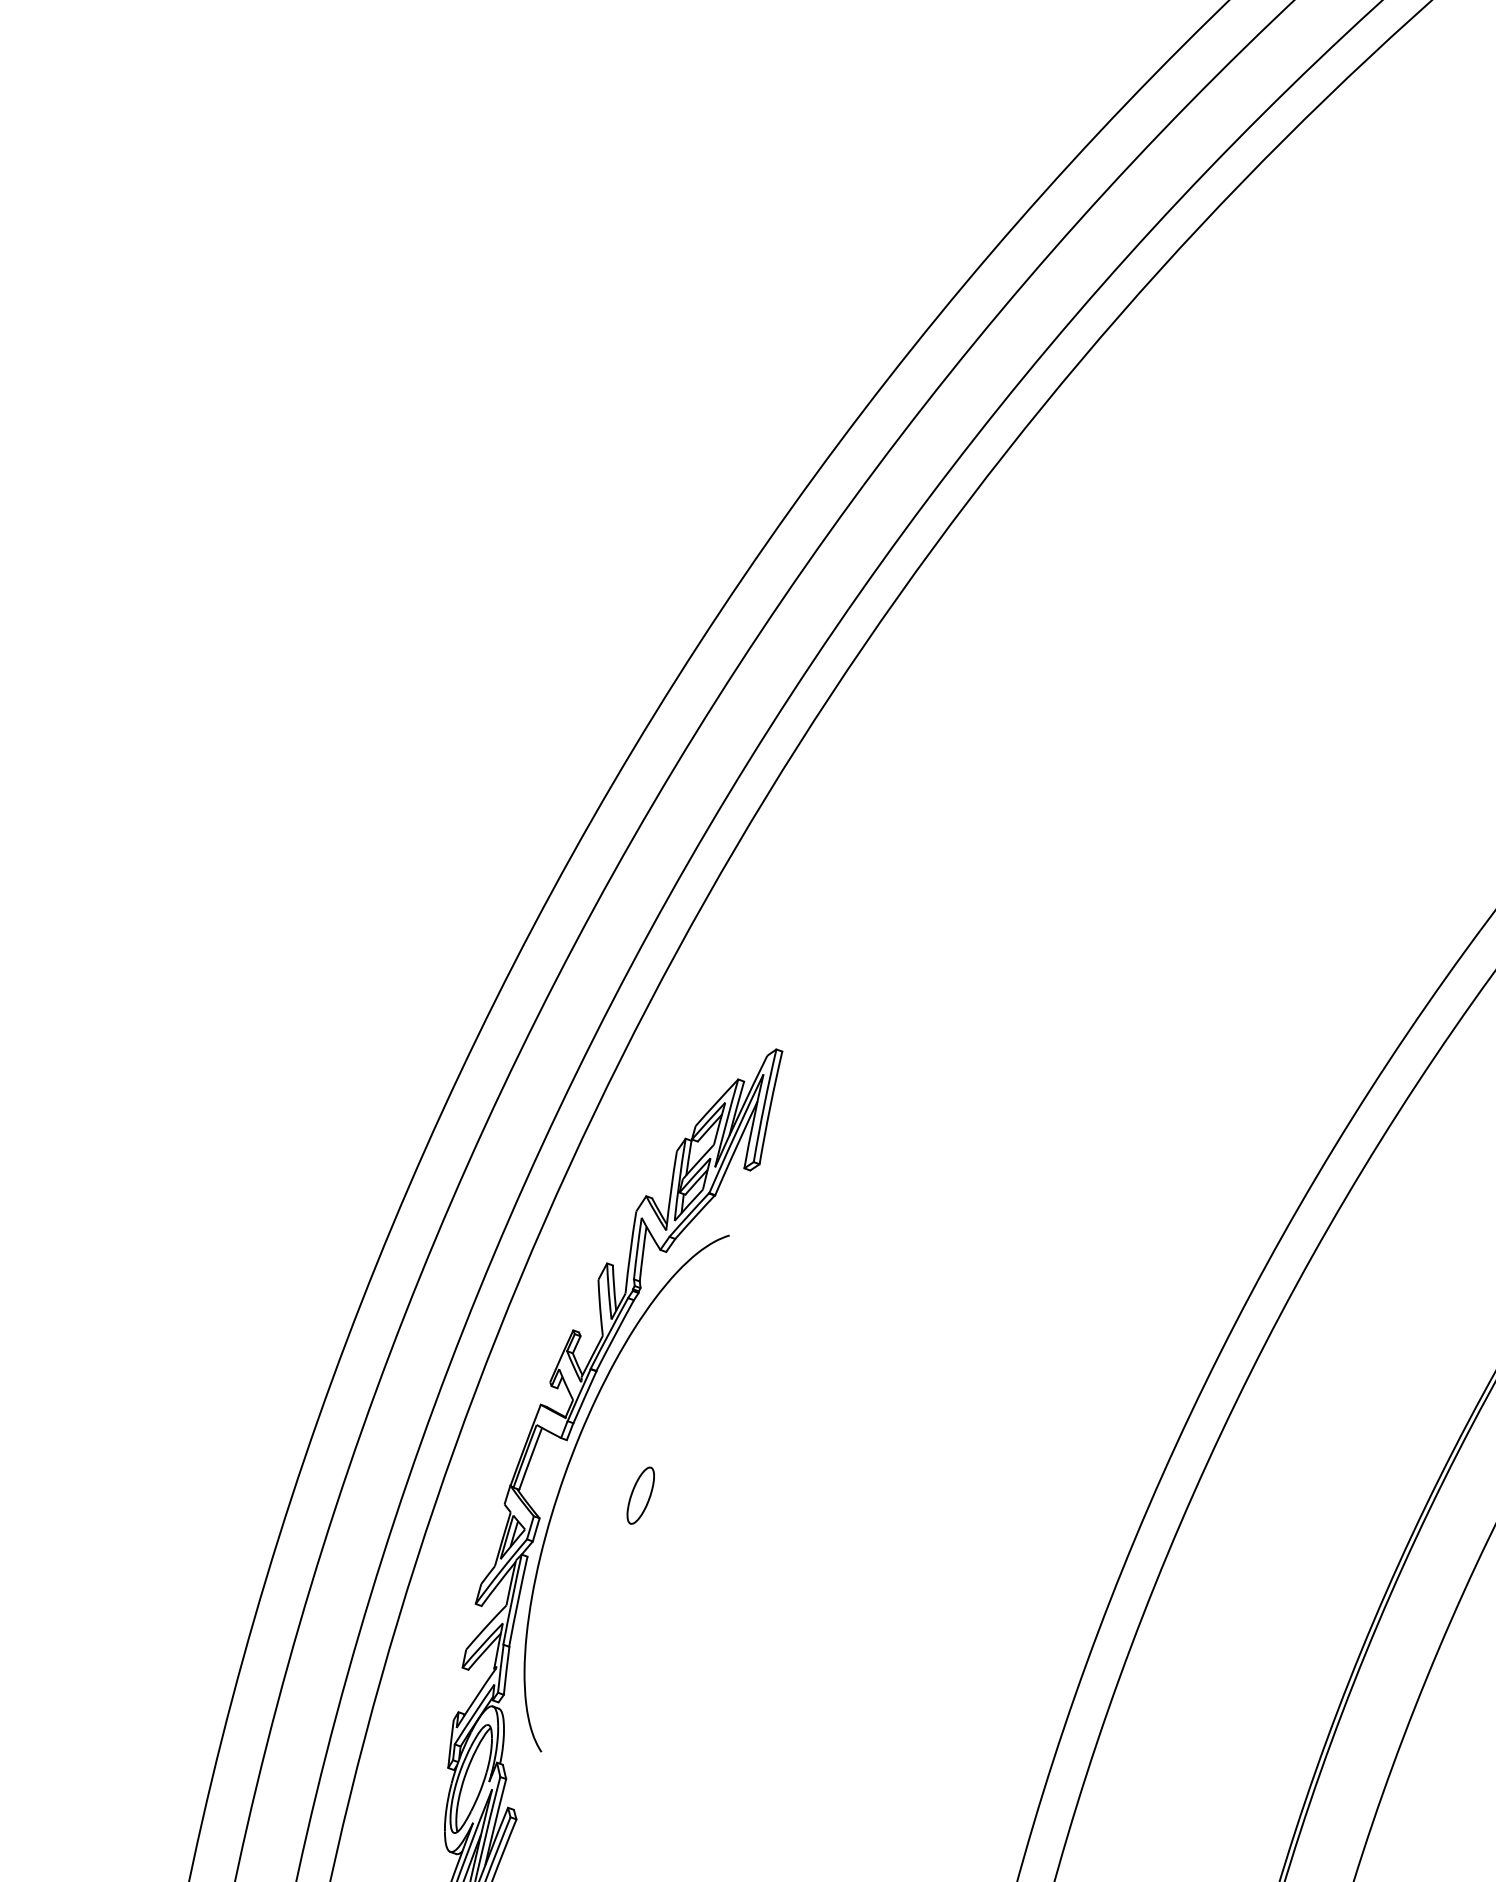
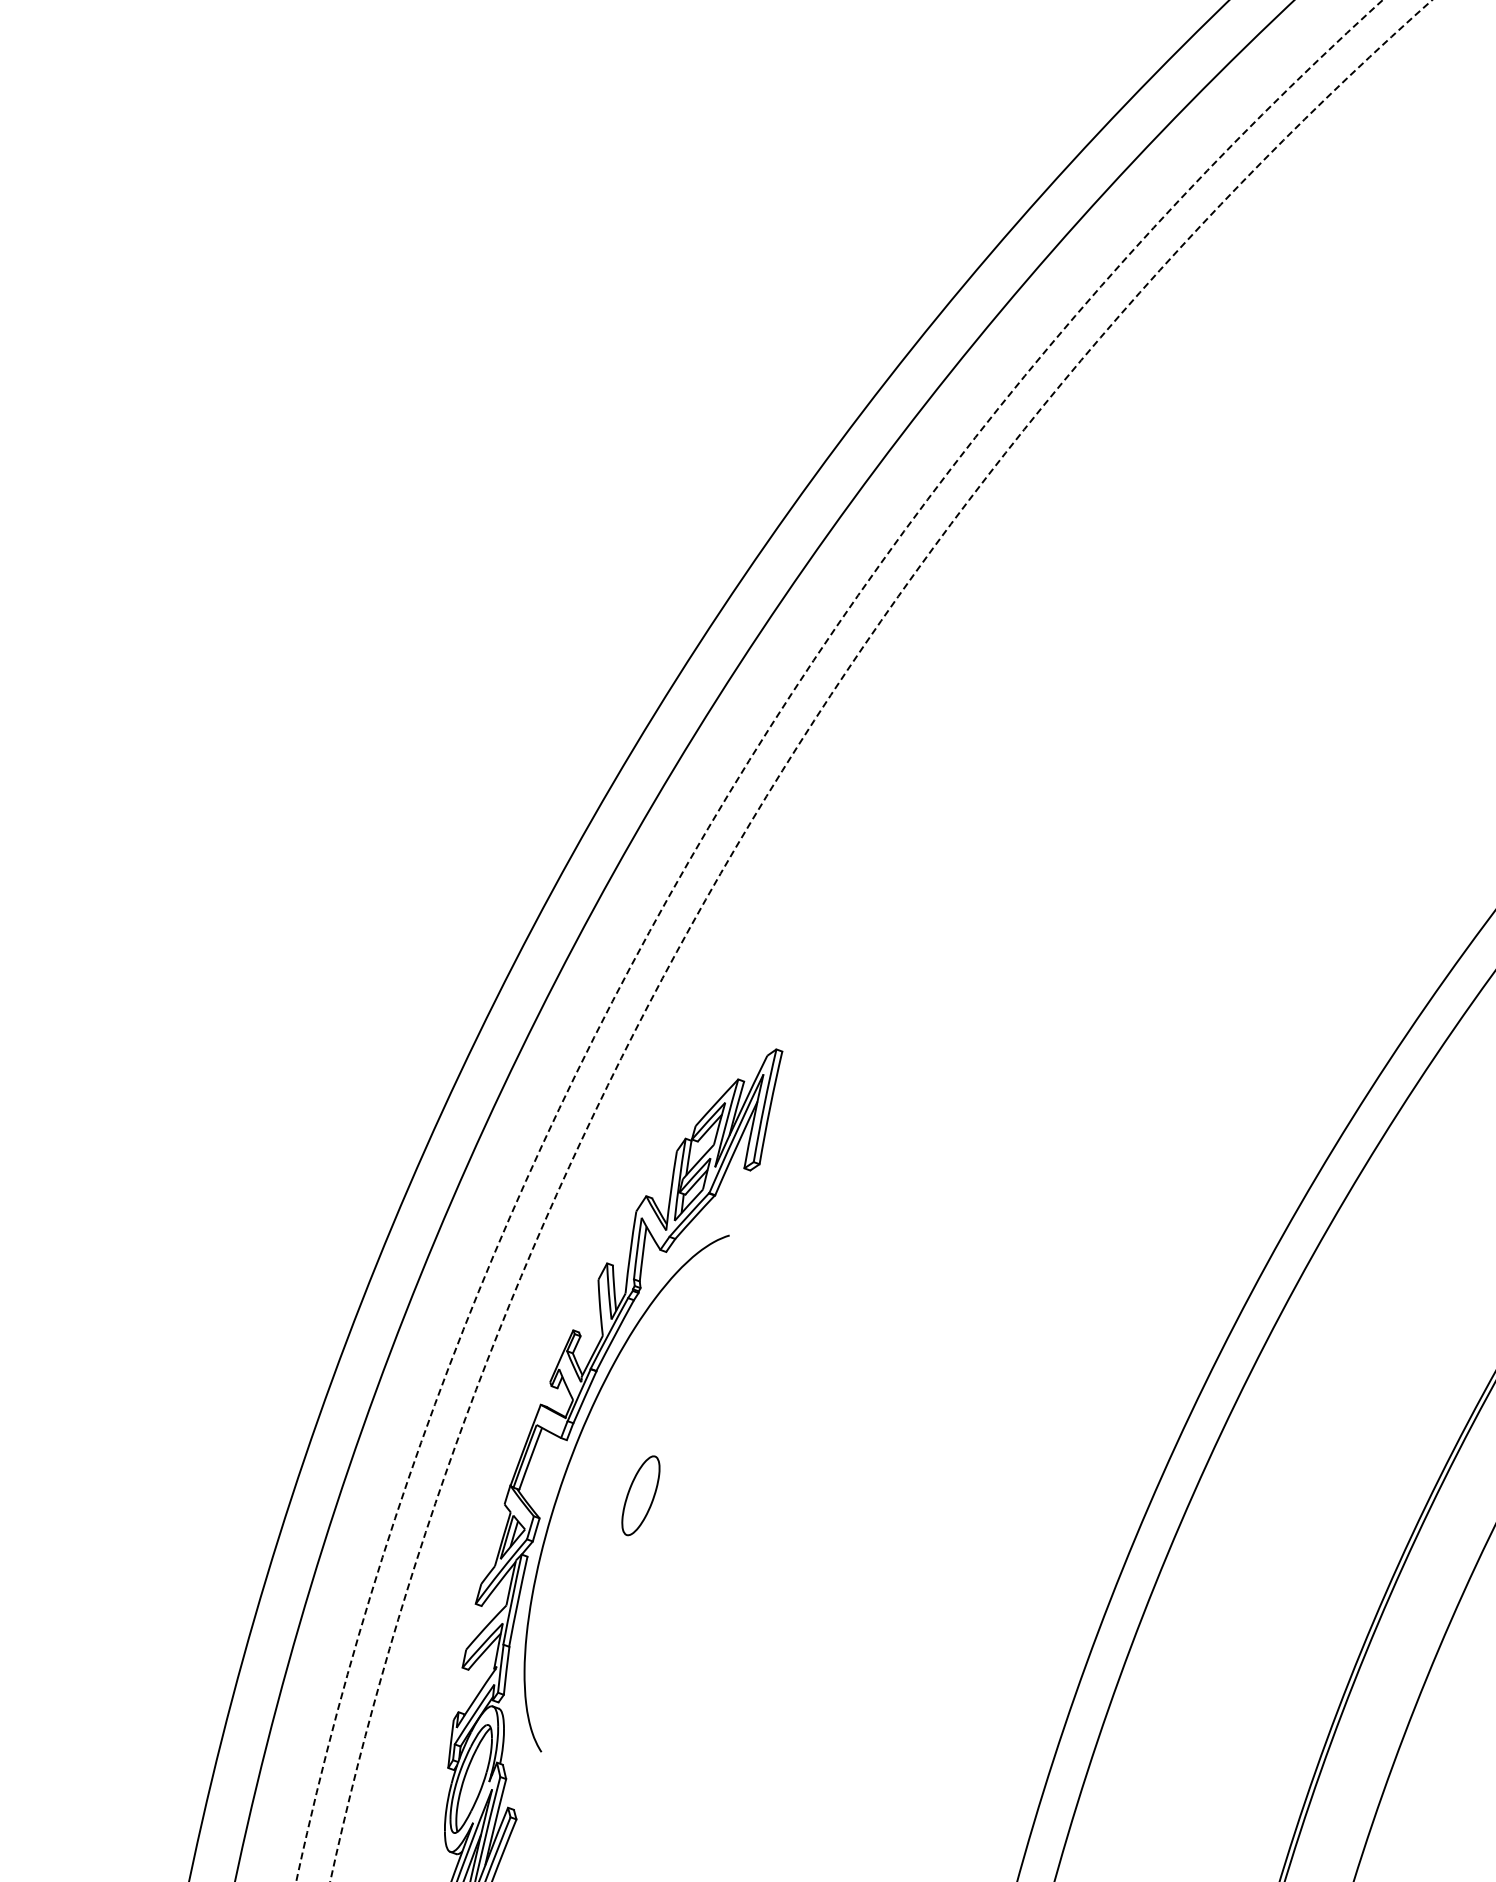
arc at (730, 856): solid -> dashed
arc at (691, 857): solid -> dashed
part at (640, 1495) size: 29x59 px -> 40x82 px
